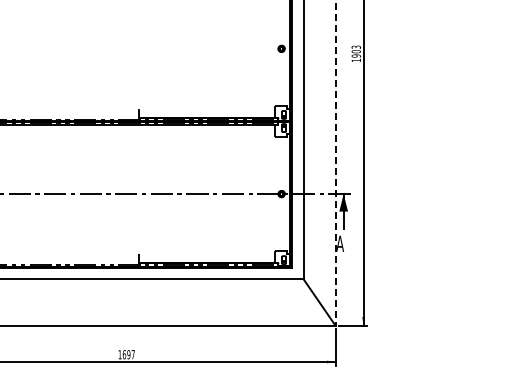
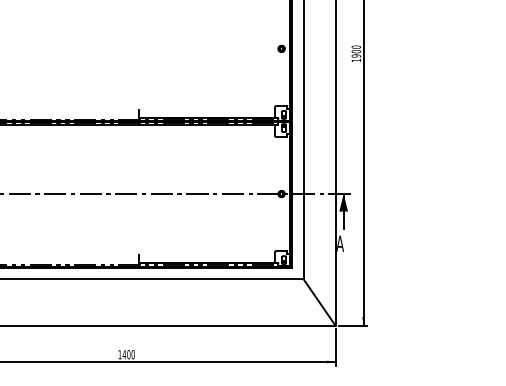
text at (355, 46): 1903 -> 1900
line at (335, 163): dashed -> solid
text at (128, 354): 1697 -> 1400
